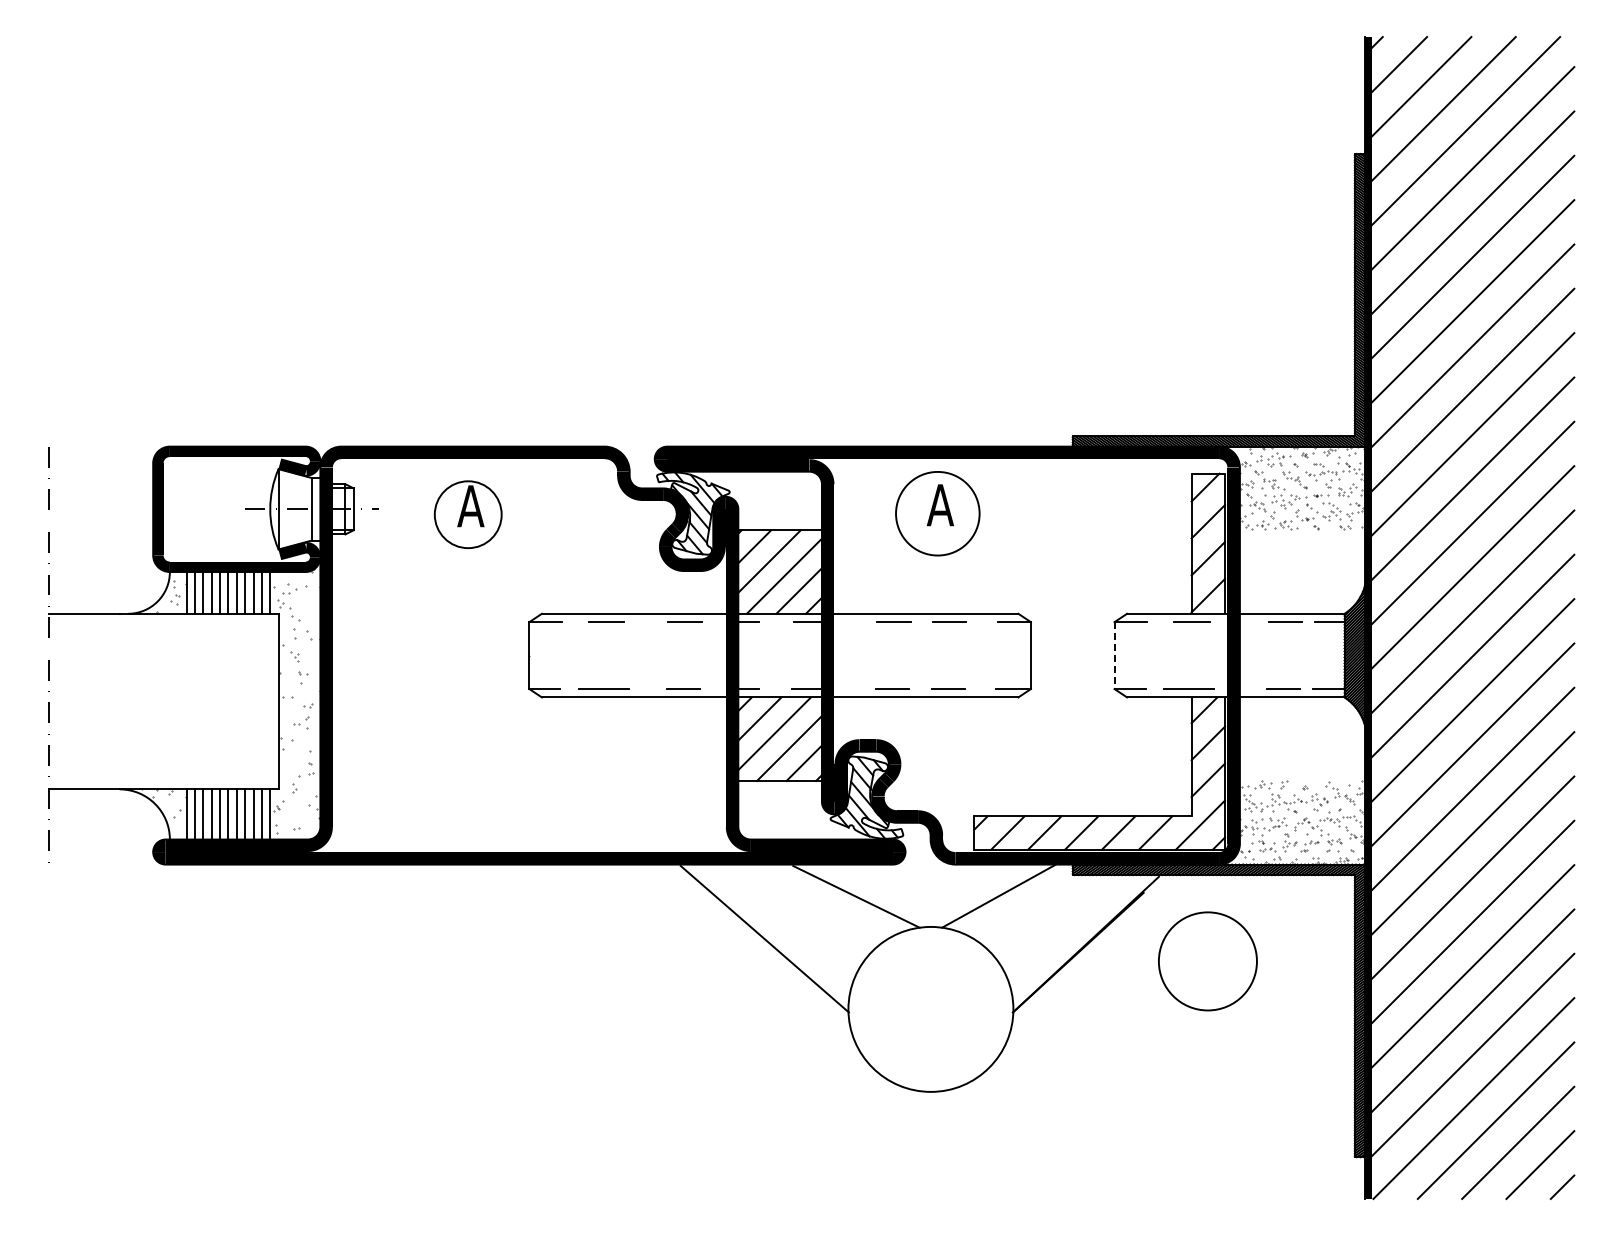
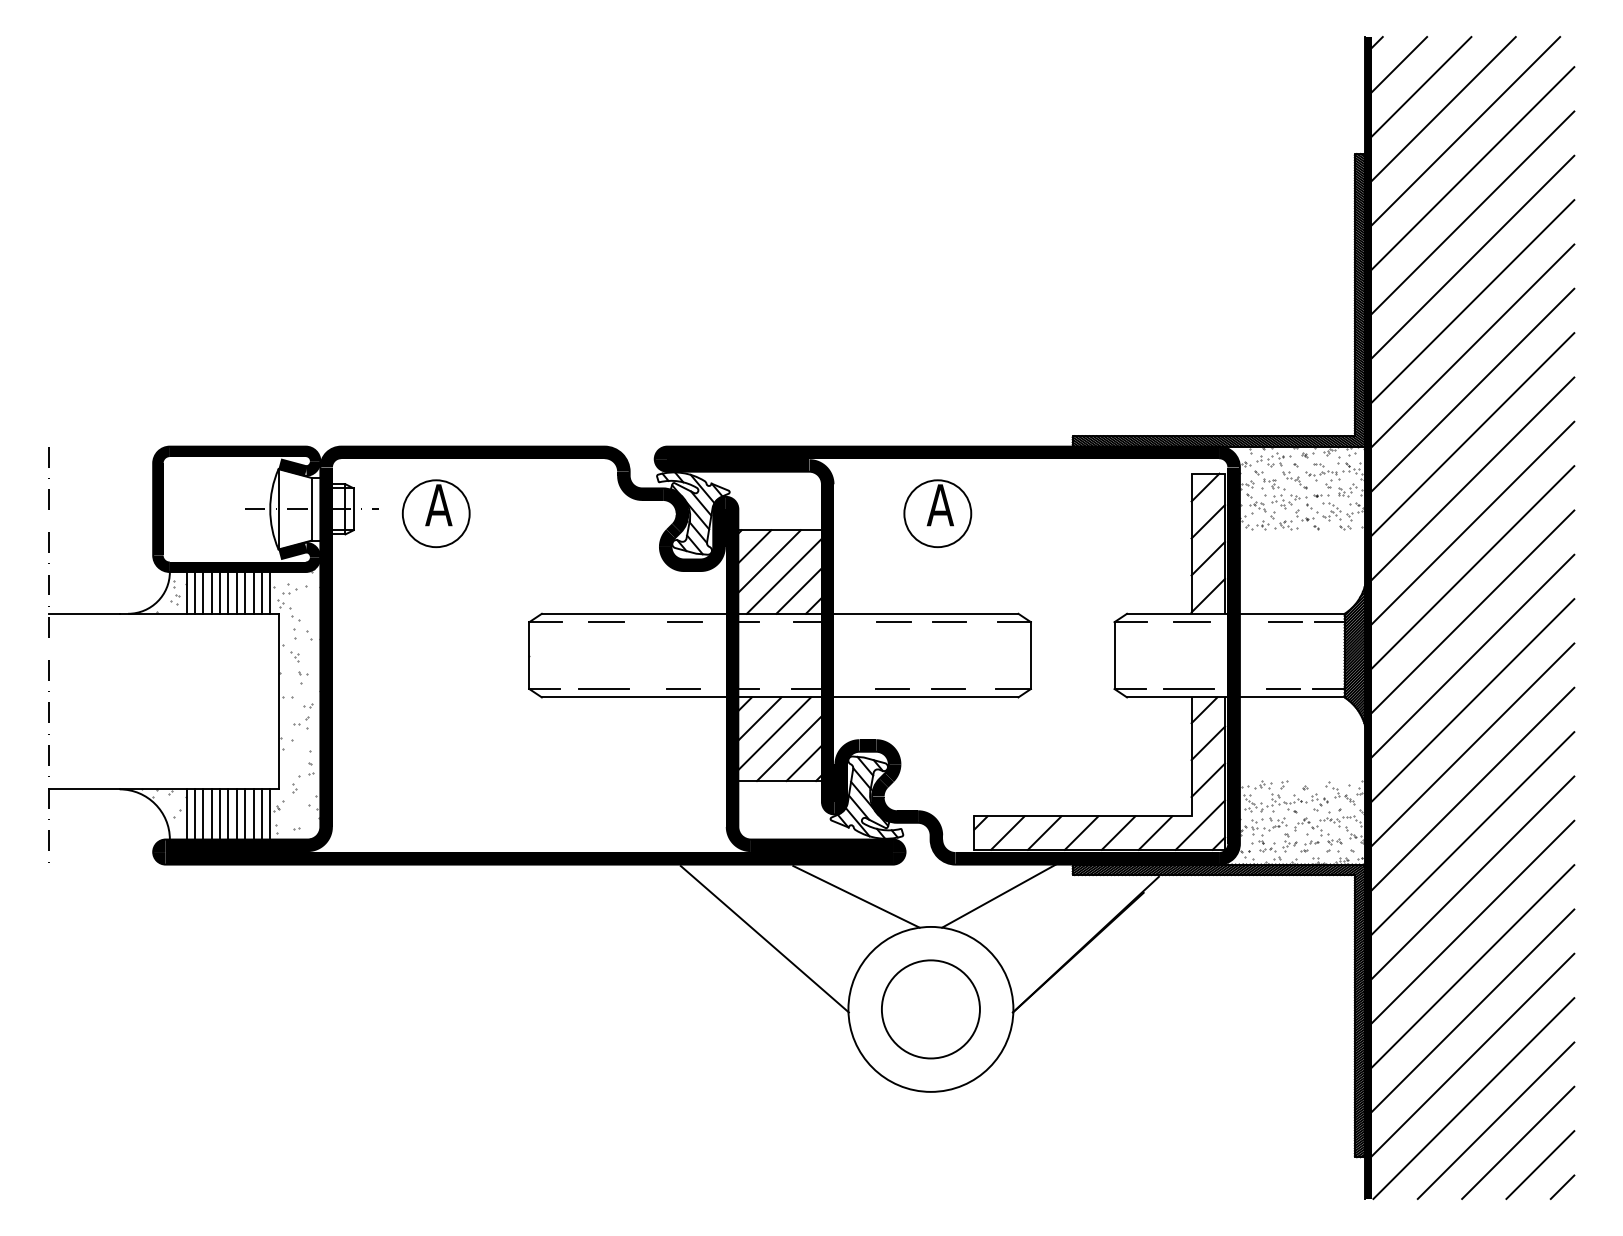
circle at (937, 513) diameter: 84 px -> 67 px
part at (467, 514) position: (467, 514) -> (435, 513)
line at (1114, 656): dashed -> solid
circle at (1207, 961) position: (1207, 961) -> (930, 1009)
